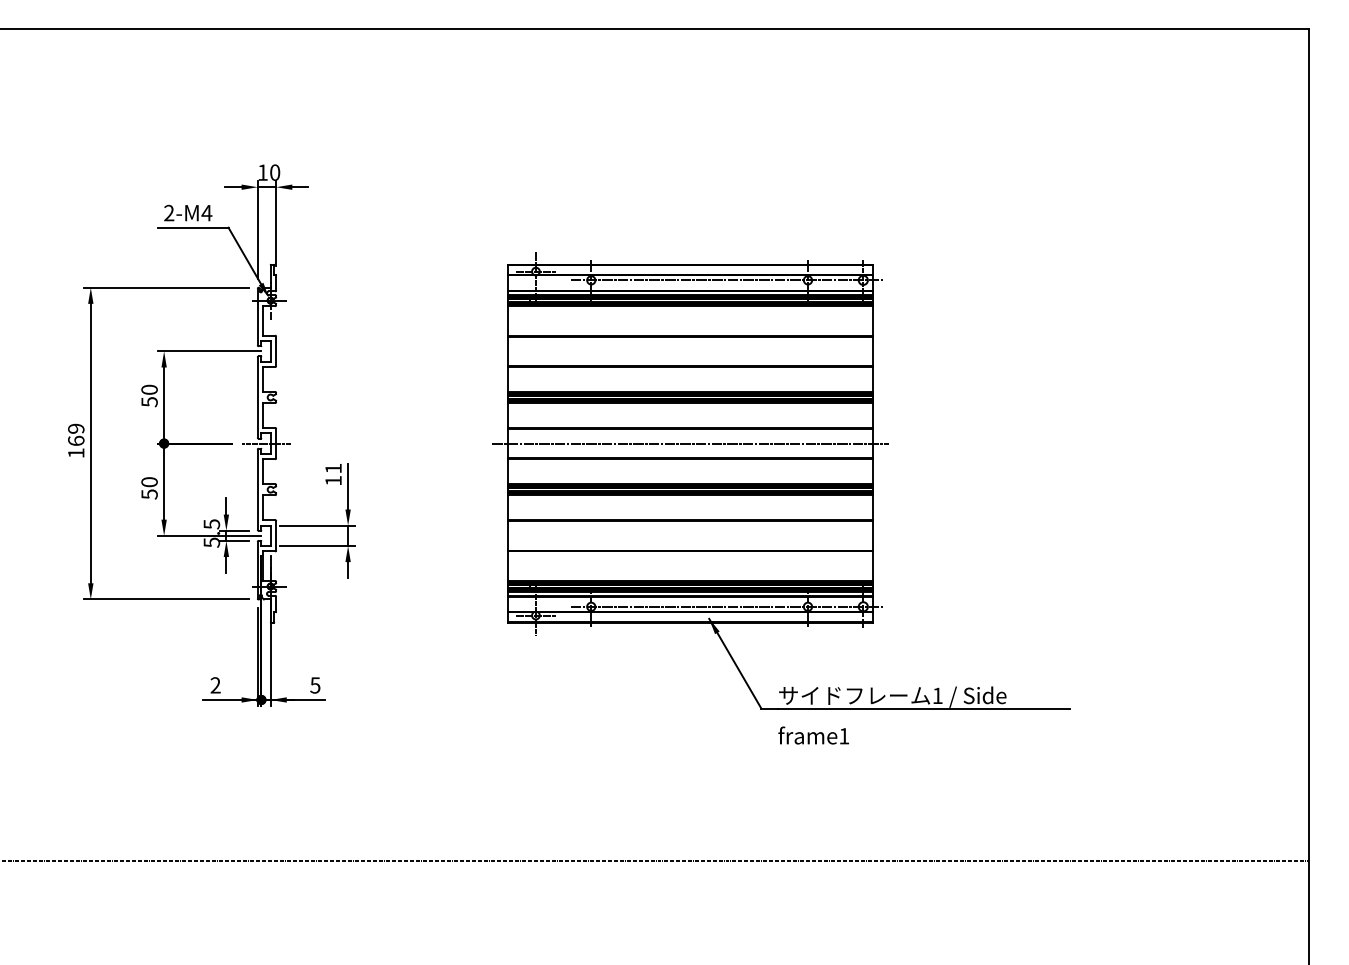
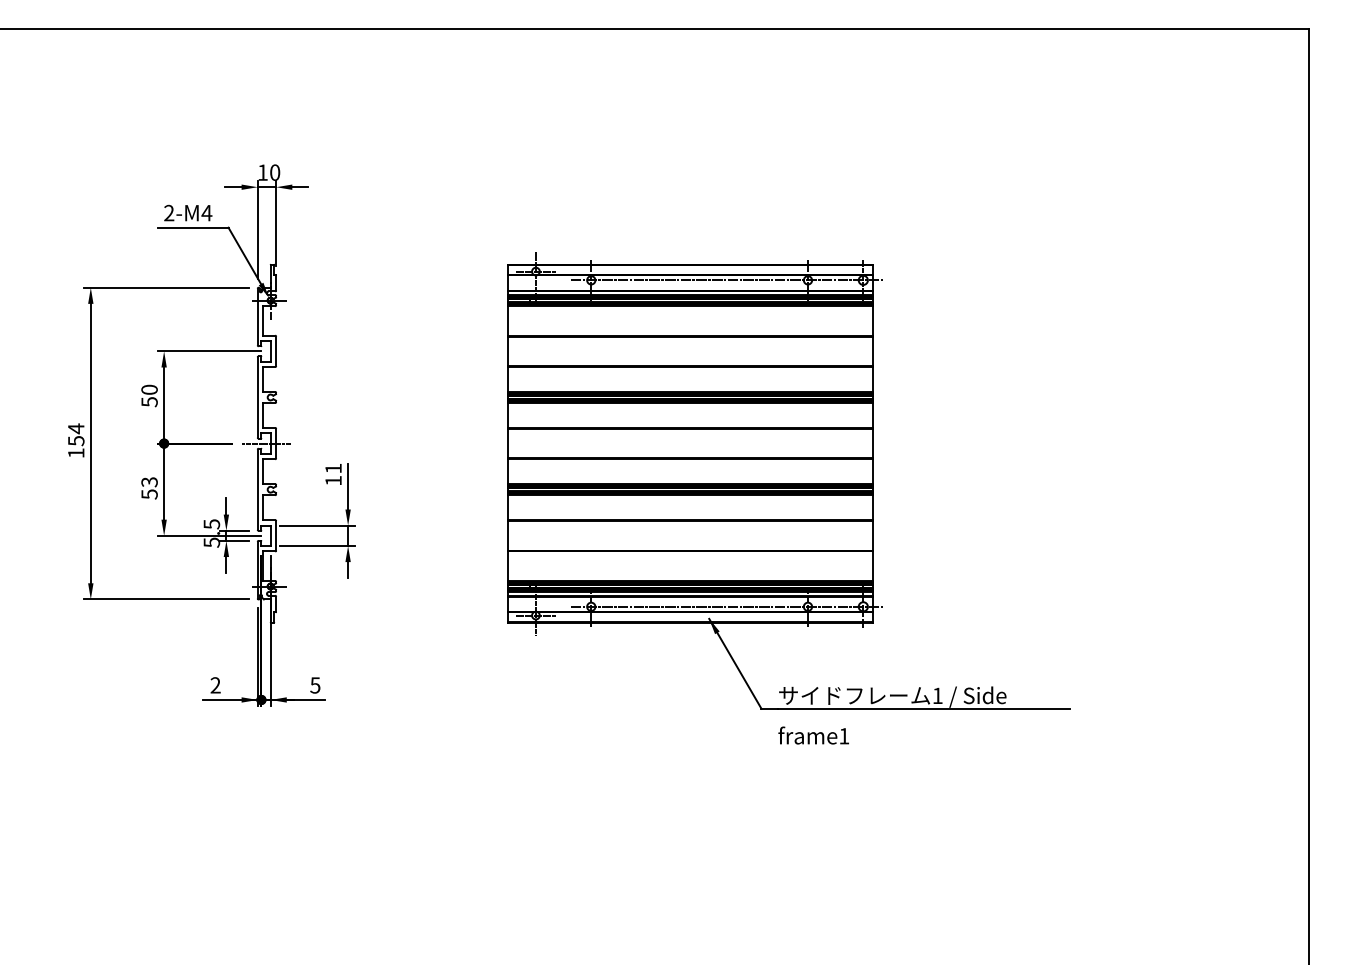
text at (76, 434): 169 -> 154
line at (690, 443): present -> none
text at (149, 482): 50 -> 53
line at (655, 861): present -> none
